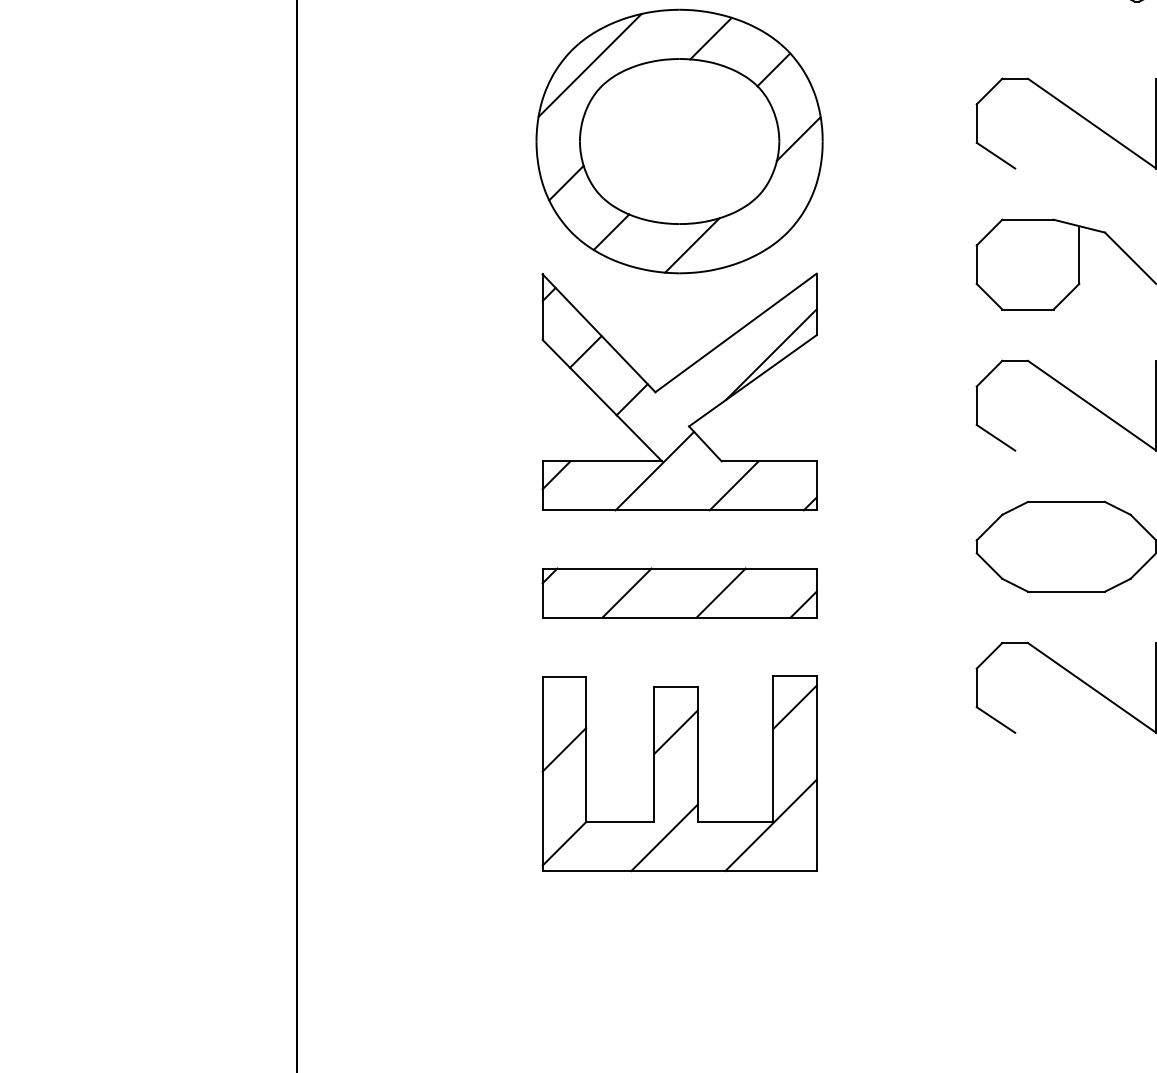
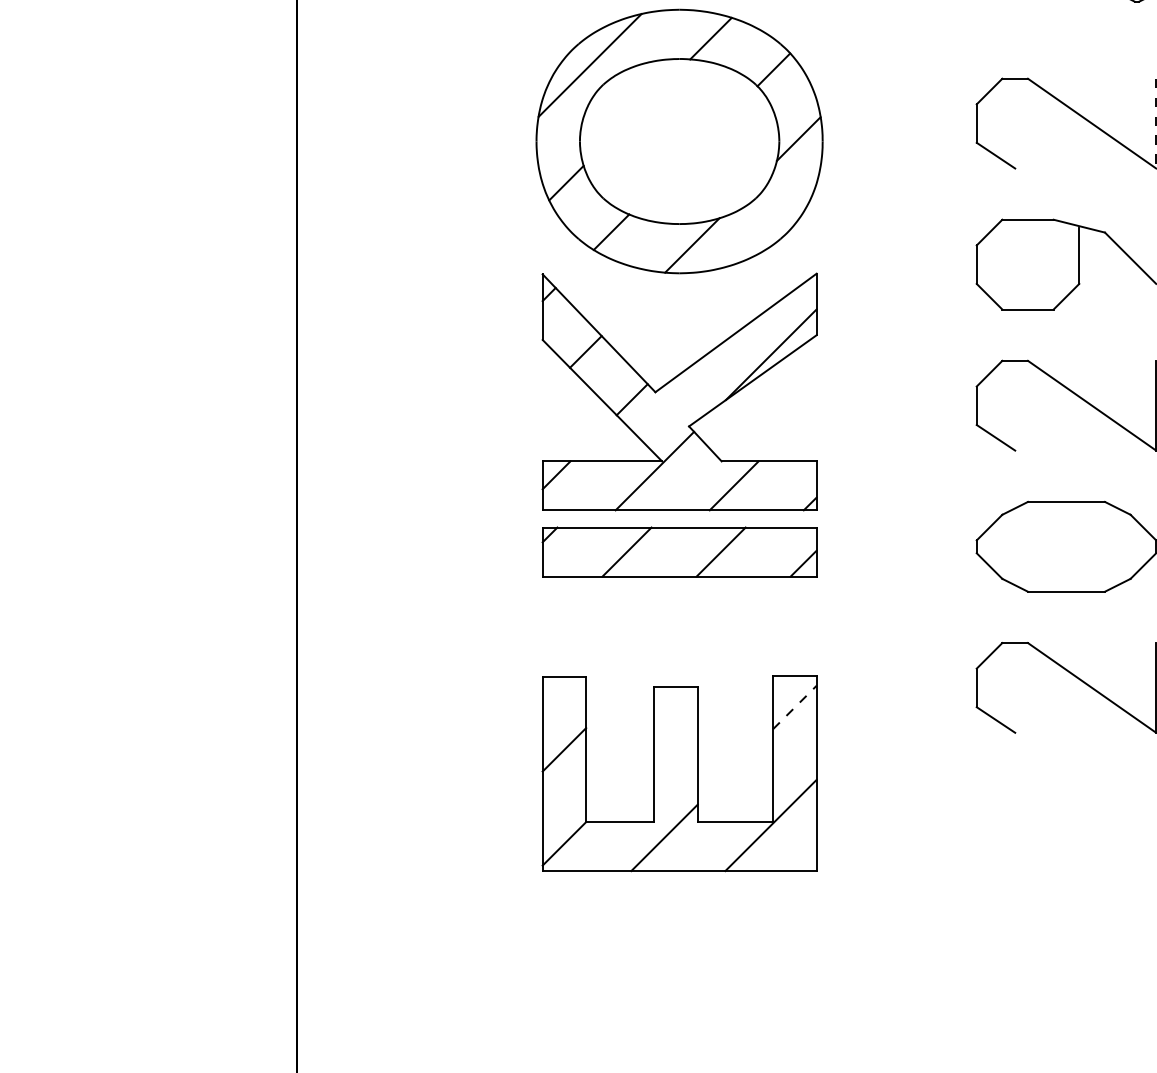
line at (1156, 123): solid -> dashed
part at (679, 592) position: (679, 592) -> (679, 551)
line at (794, 707): solid -> dashed
line at (675, 731): present -> none
